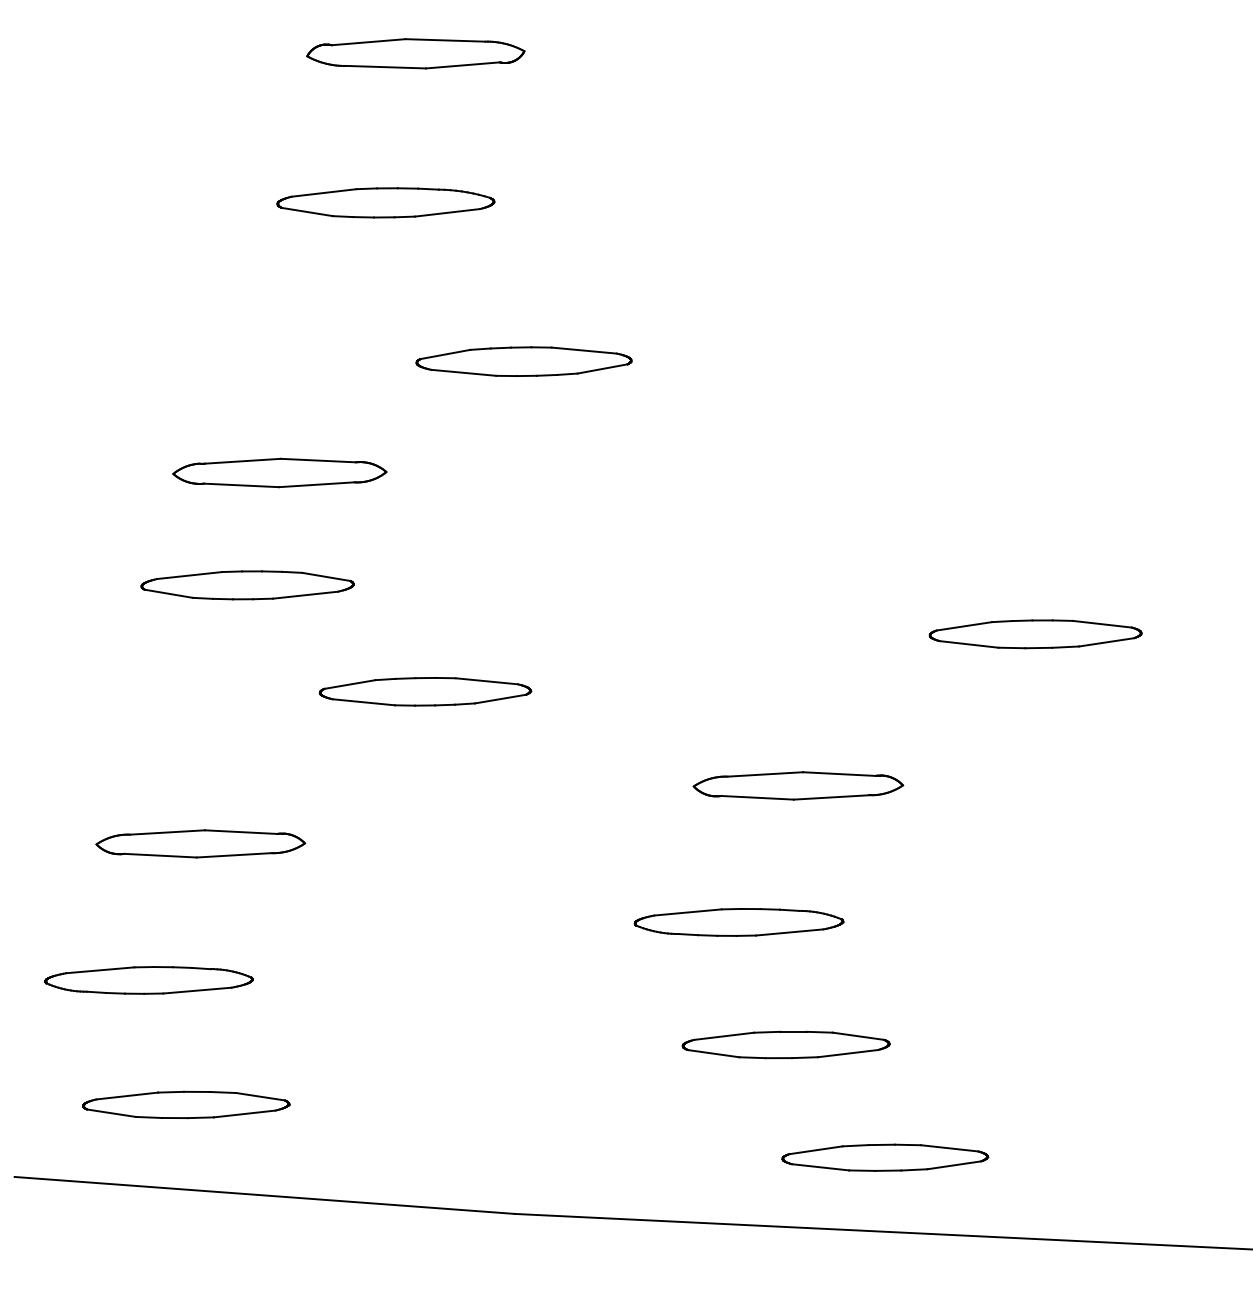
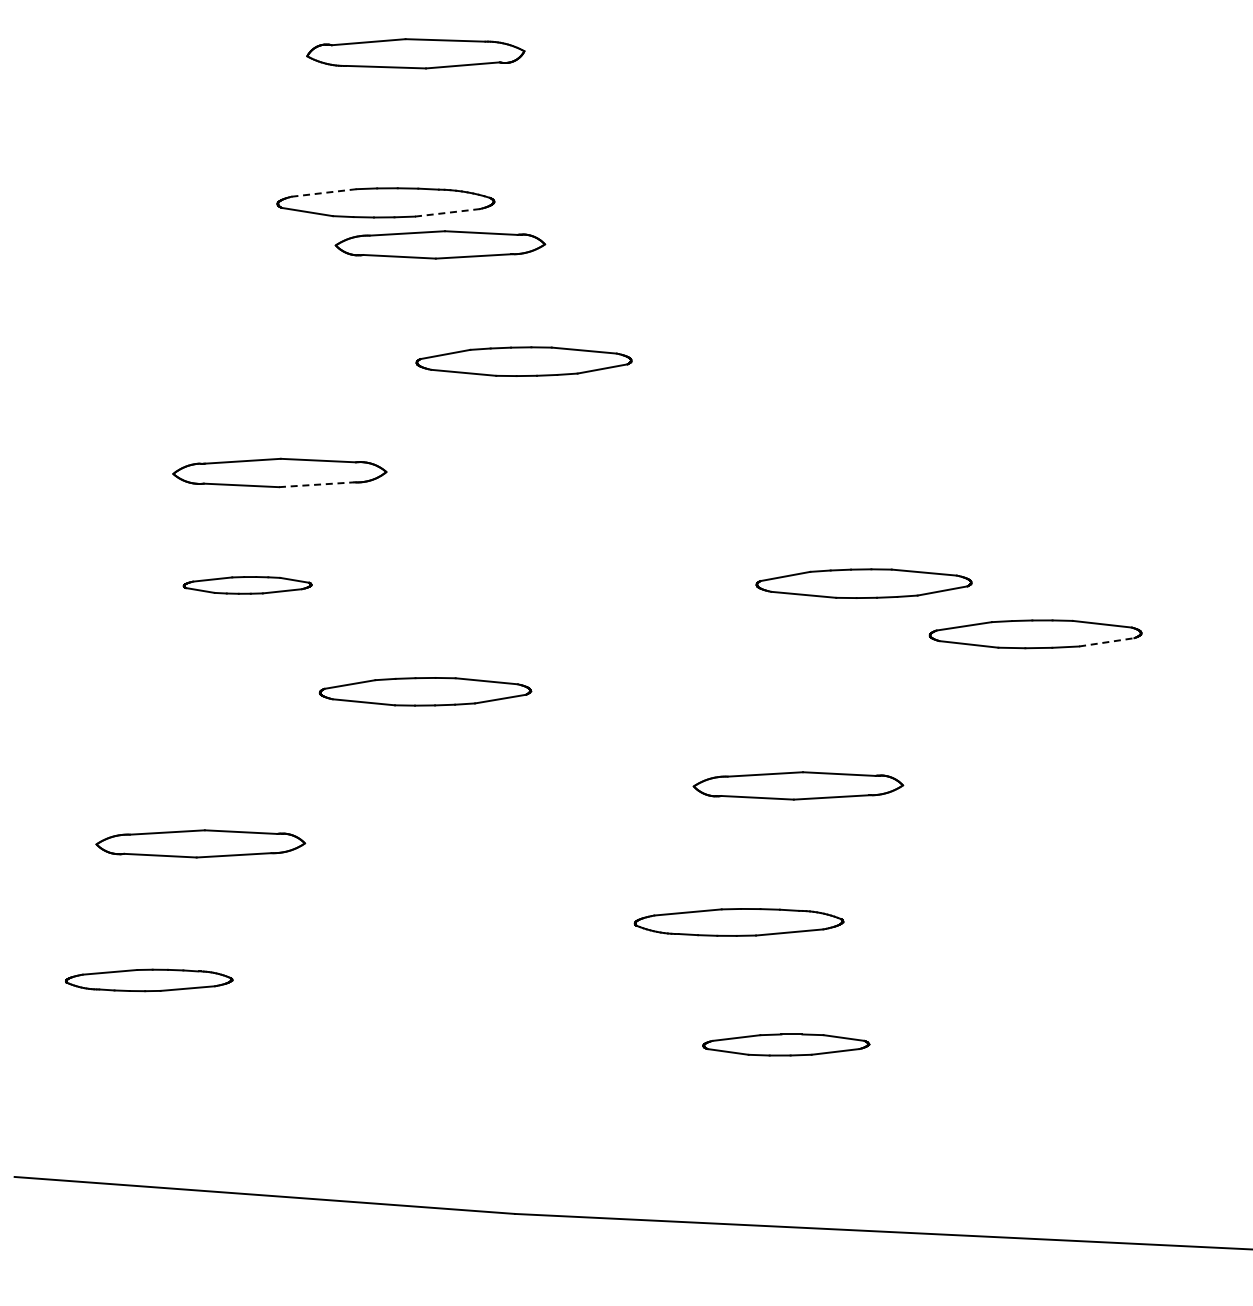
line at (324, 192): solid -> dashed
line at (447, 212): solid -> dashed
part at (440, 244): none -> present
line at (316, 484): solid -> dashed
part at (863, 583): none -> present
part at (247, 585) size: 215x31 px -> 131x19 px
line at (1106, 642): solid -> dashed
part at (148, 980) size: 210x29 px -> 169x25 px
part at (785, 1044) size: 210x30 px -> 169x24 px
part at (186, 1104): present -> none
part at (885, 1157): present -> none
